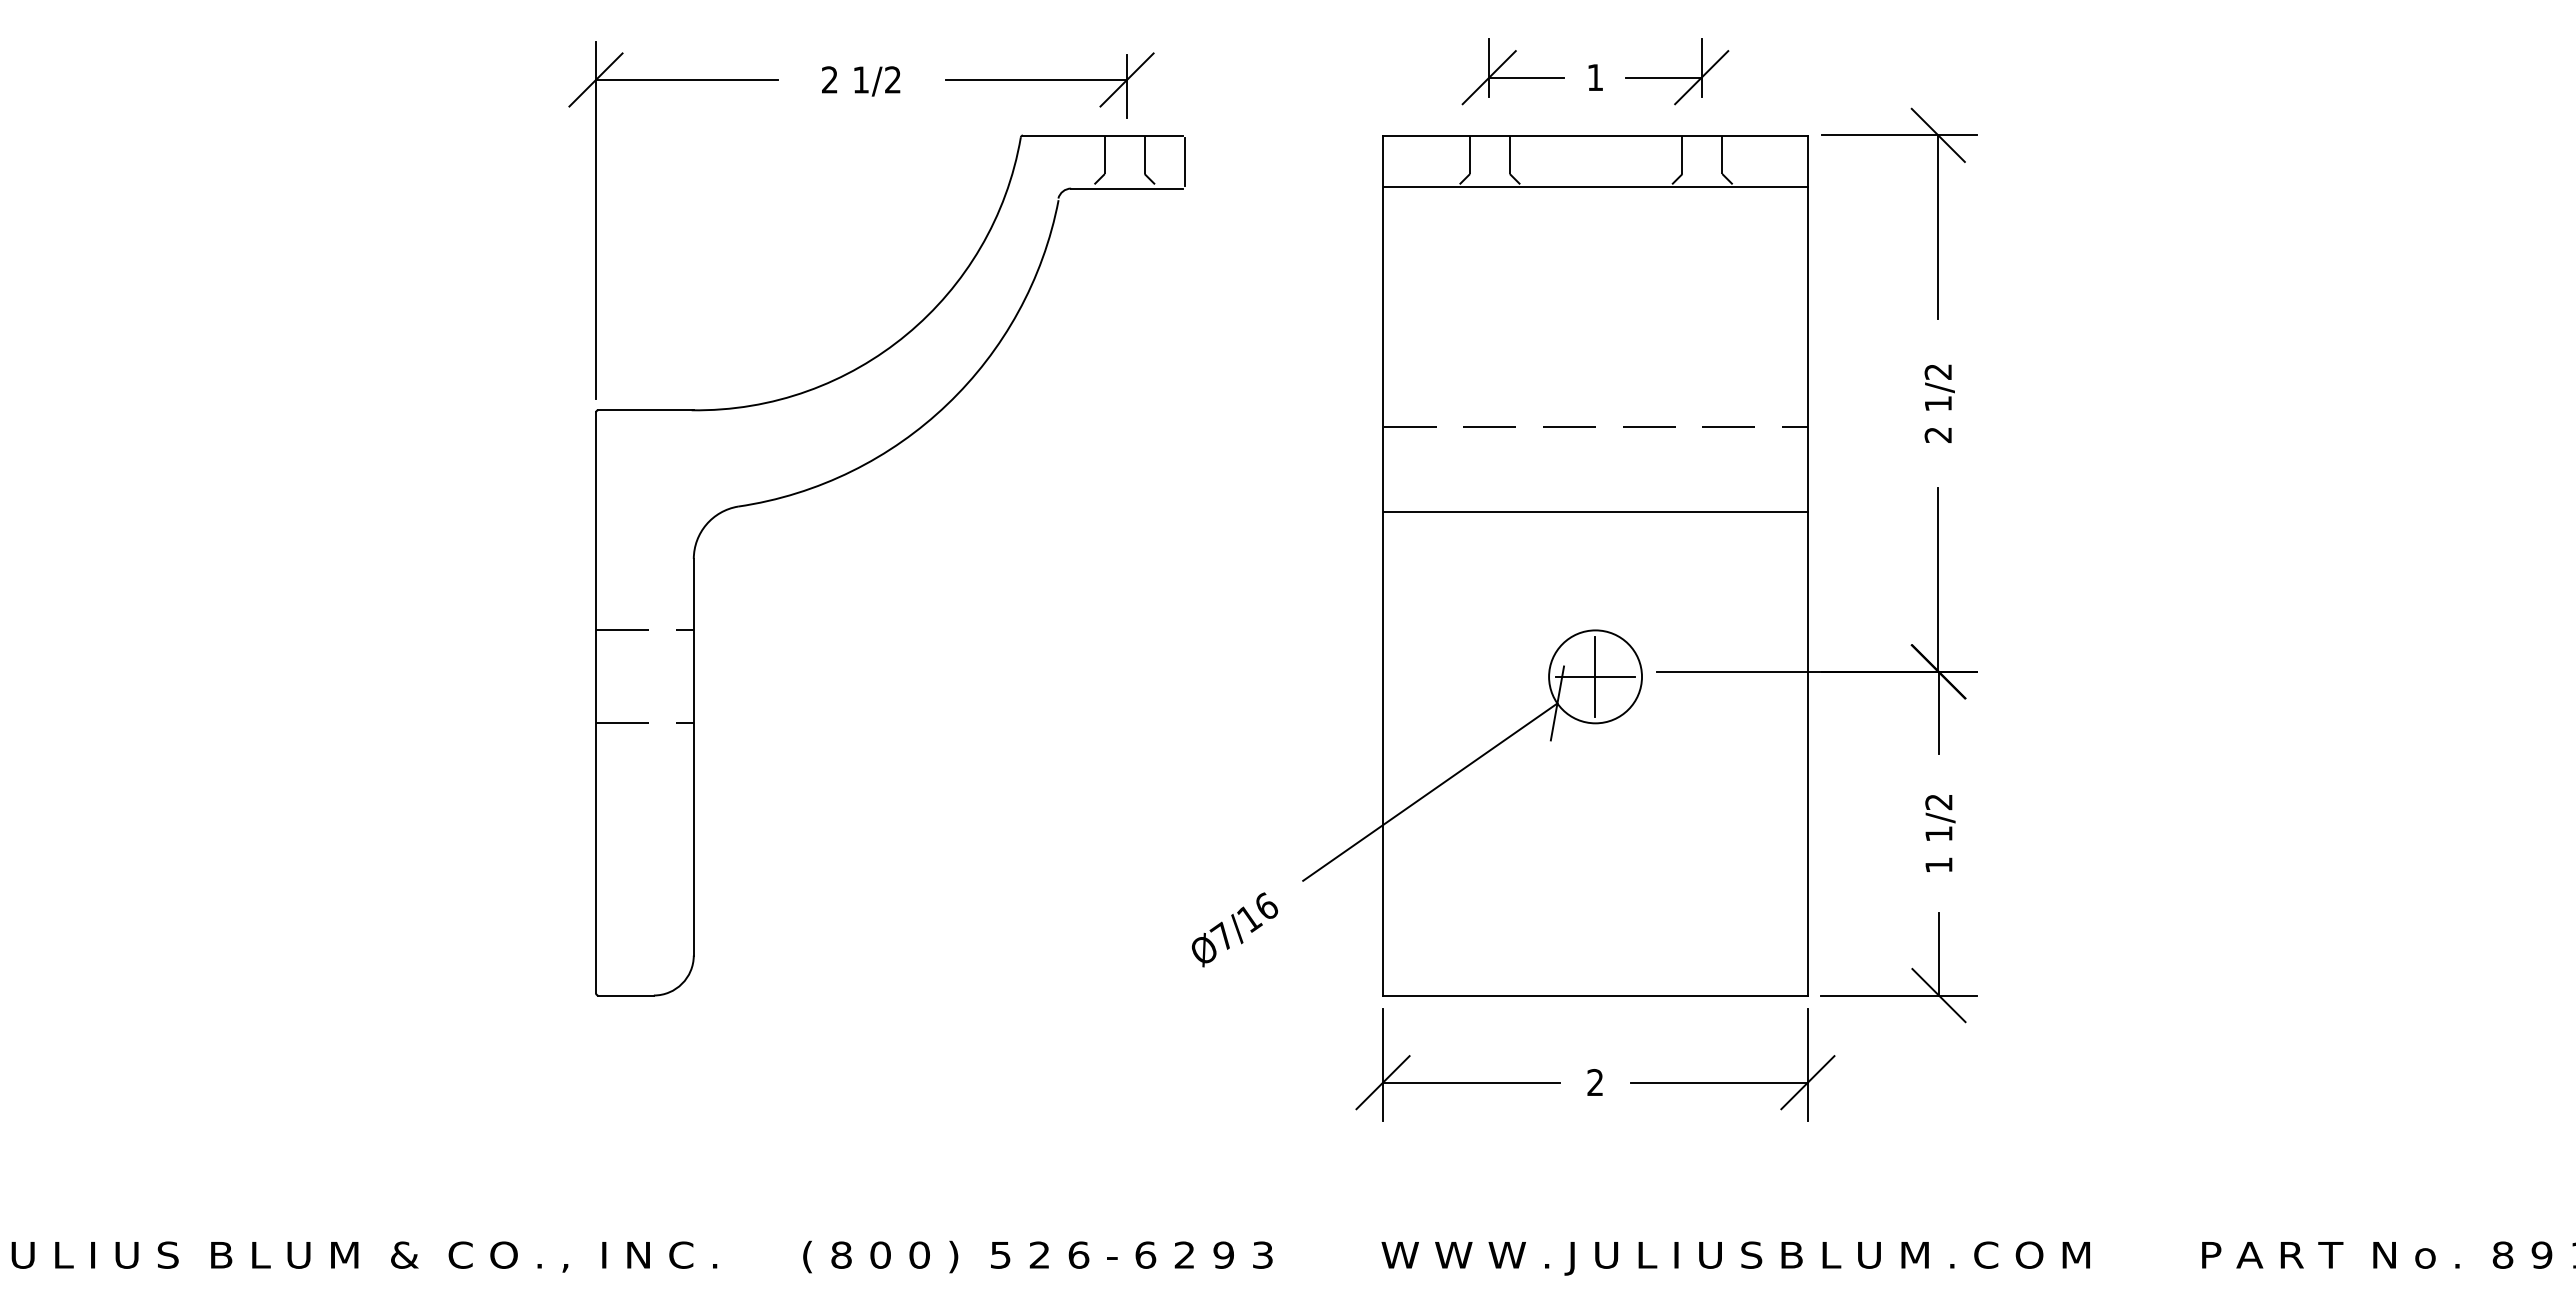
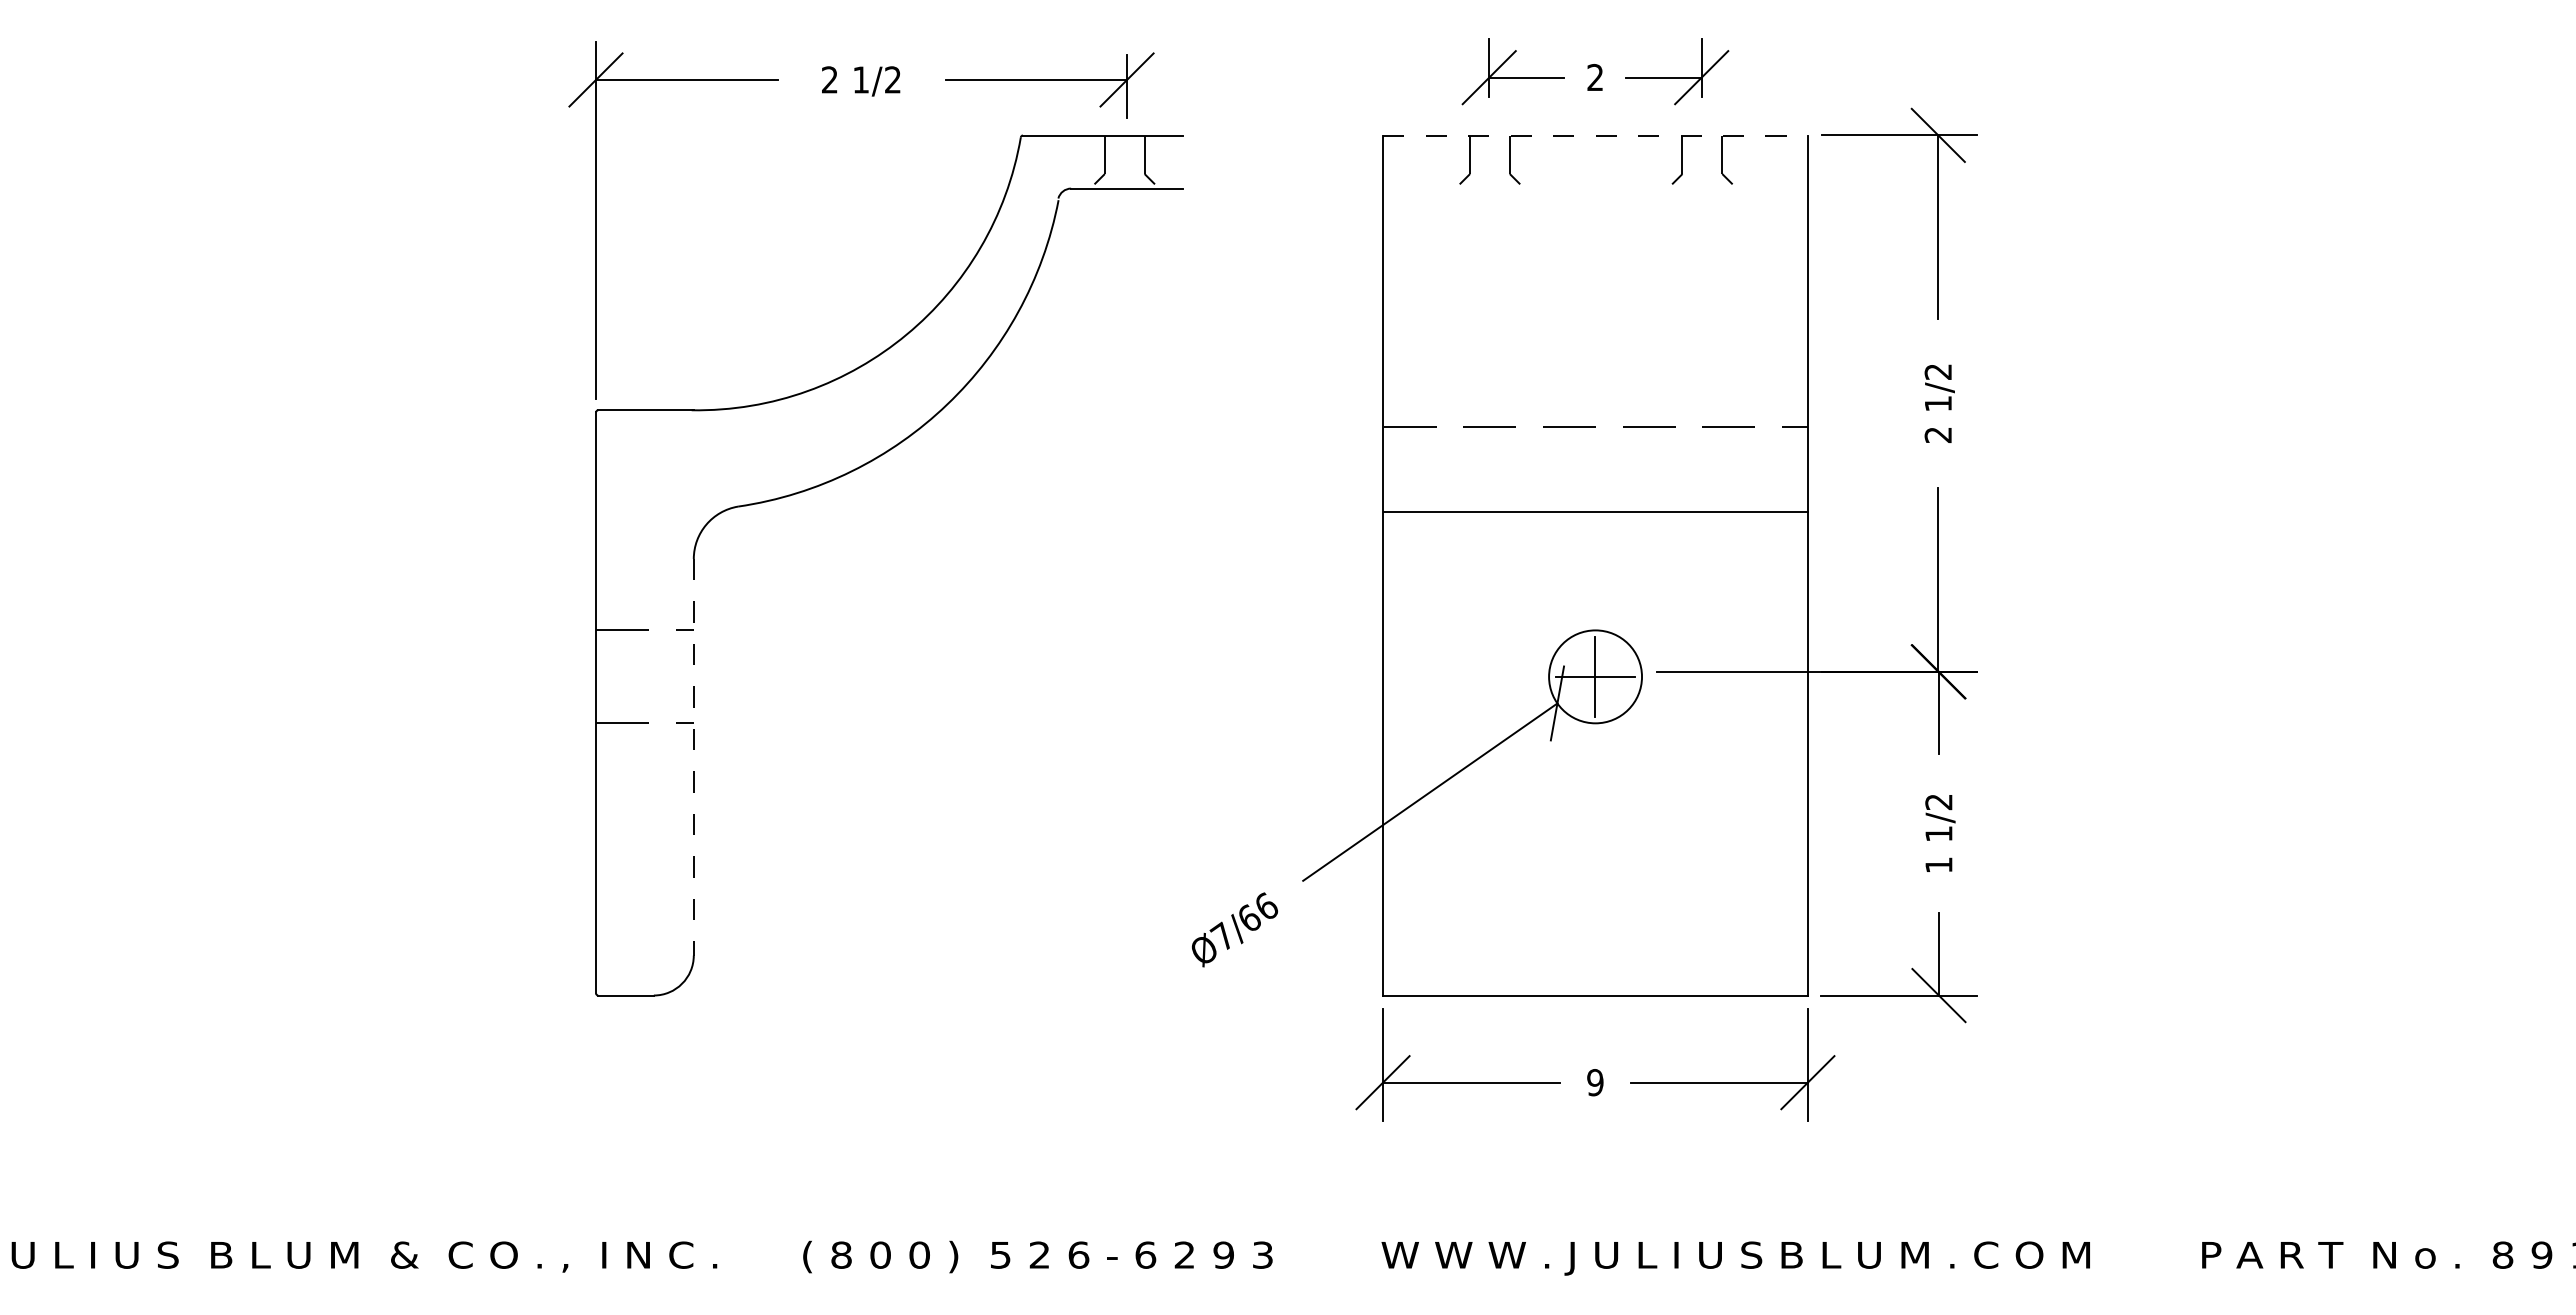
text at (1594, 76): 1 -> 2
line at (1596, 135): solid -> dashed
line at (1185, 161): present -> none
line at (1595, 186): present -> none
line at (693, 757): solid -> dashed
text at (1249, 918): Ø7/16 -> Ø7/66
text at (1595, 1082): 2 -> 9
